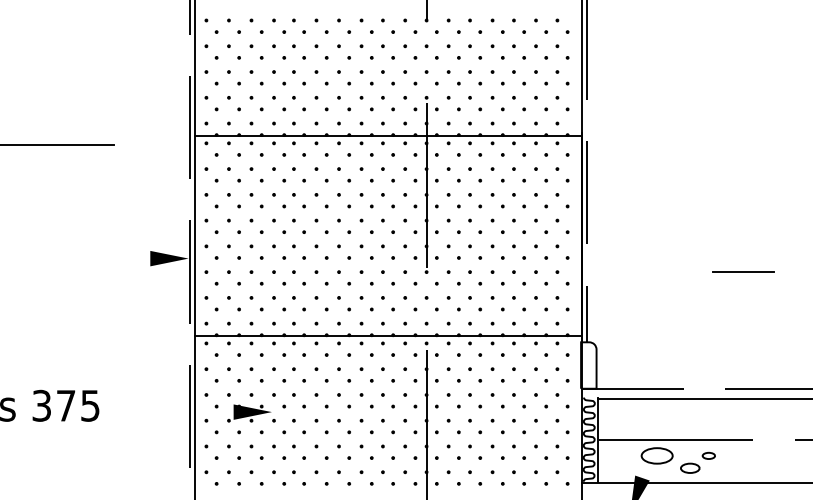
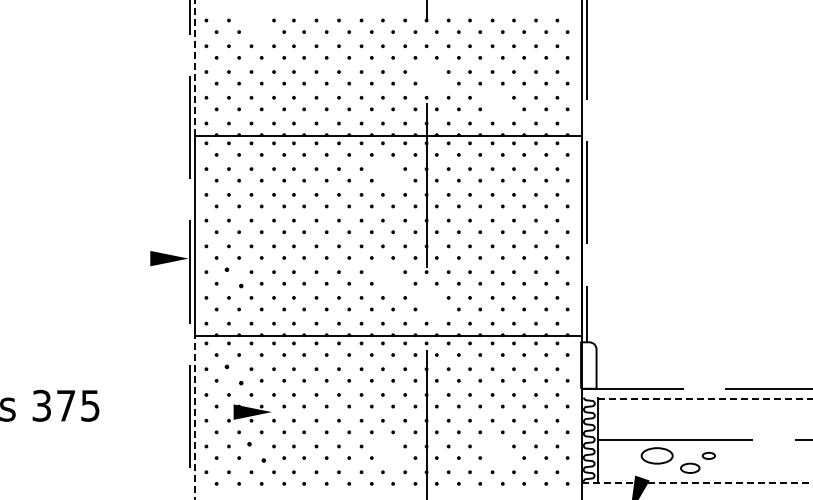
part at (256, 25): present -> none
line at (194, 68): solid -> dashed
part at (431, 77): present -> none
part at (497, 103): present -> none
line at (57, 145): present -> none
part at (387, 174): present -> none
line at (743, 272): present -> none
part at (233, 277) size: 14x16 px -> 20x22 px
part at (387, 277): present -> none
part at (431, 303): present -> none
part at (233, 374) size: 14x16 px -> 20x22 px
line at (706, 399): solid -> dashed
line at (194, 418): solid -> dashed
part at (256, 451) size: 15x16 px -> 19x21 px
part at (387, 451): present -> none
part at (497, 451): present -> none
line at (697, 482): solid -> dashed
